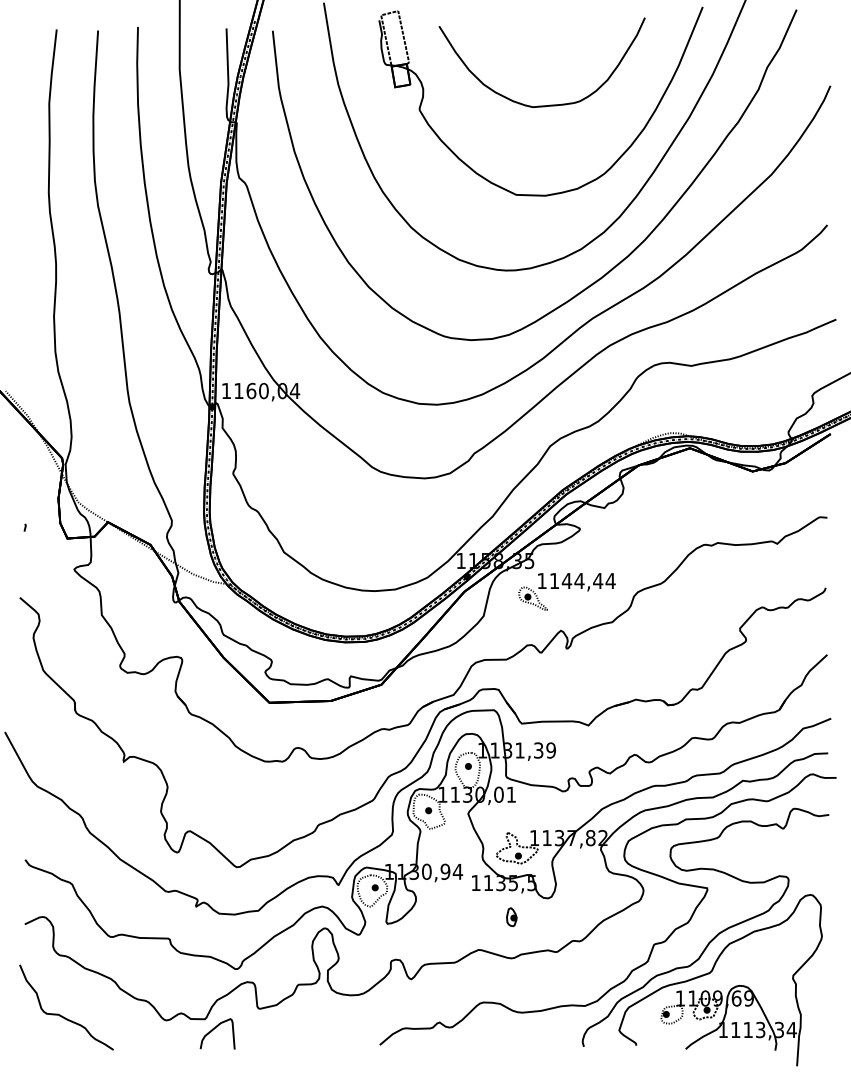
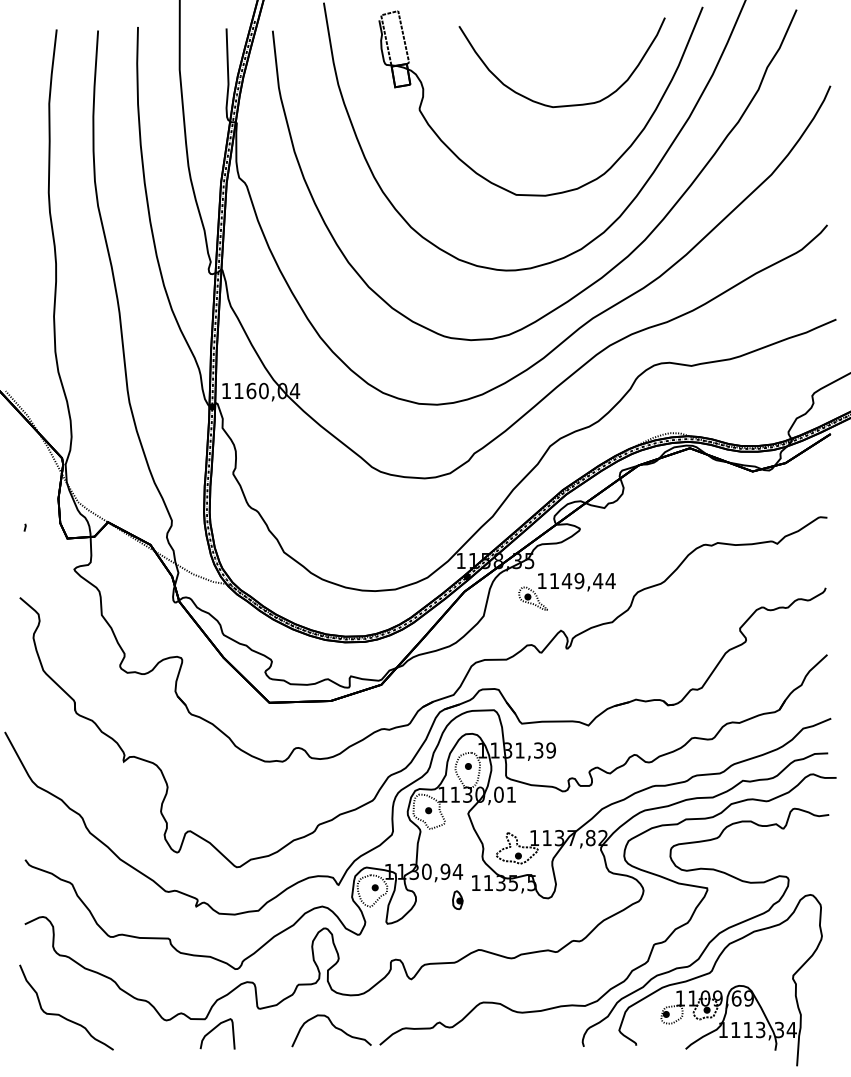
curve at (549, 104) position: (549, 104) -> (569, 104)
text at (579, 580): 1144,44 -> 1149,44
part at (511, 916) position: (511, 916) -> (457, 899)
curve at (334, 1027): none -> present
